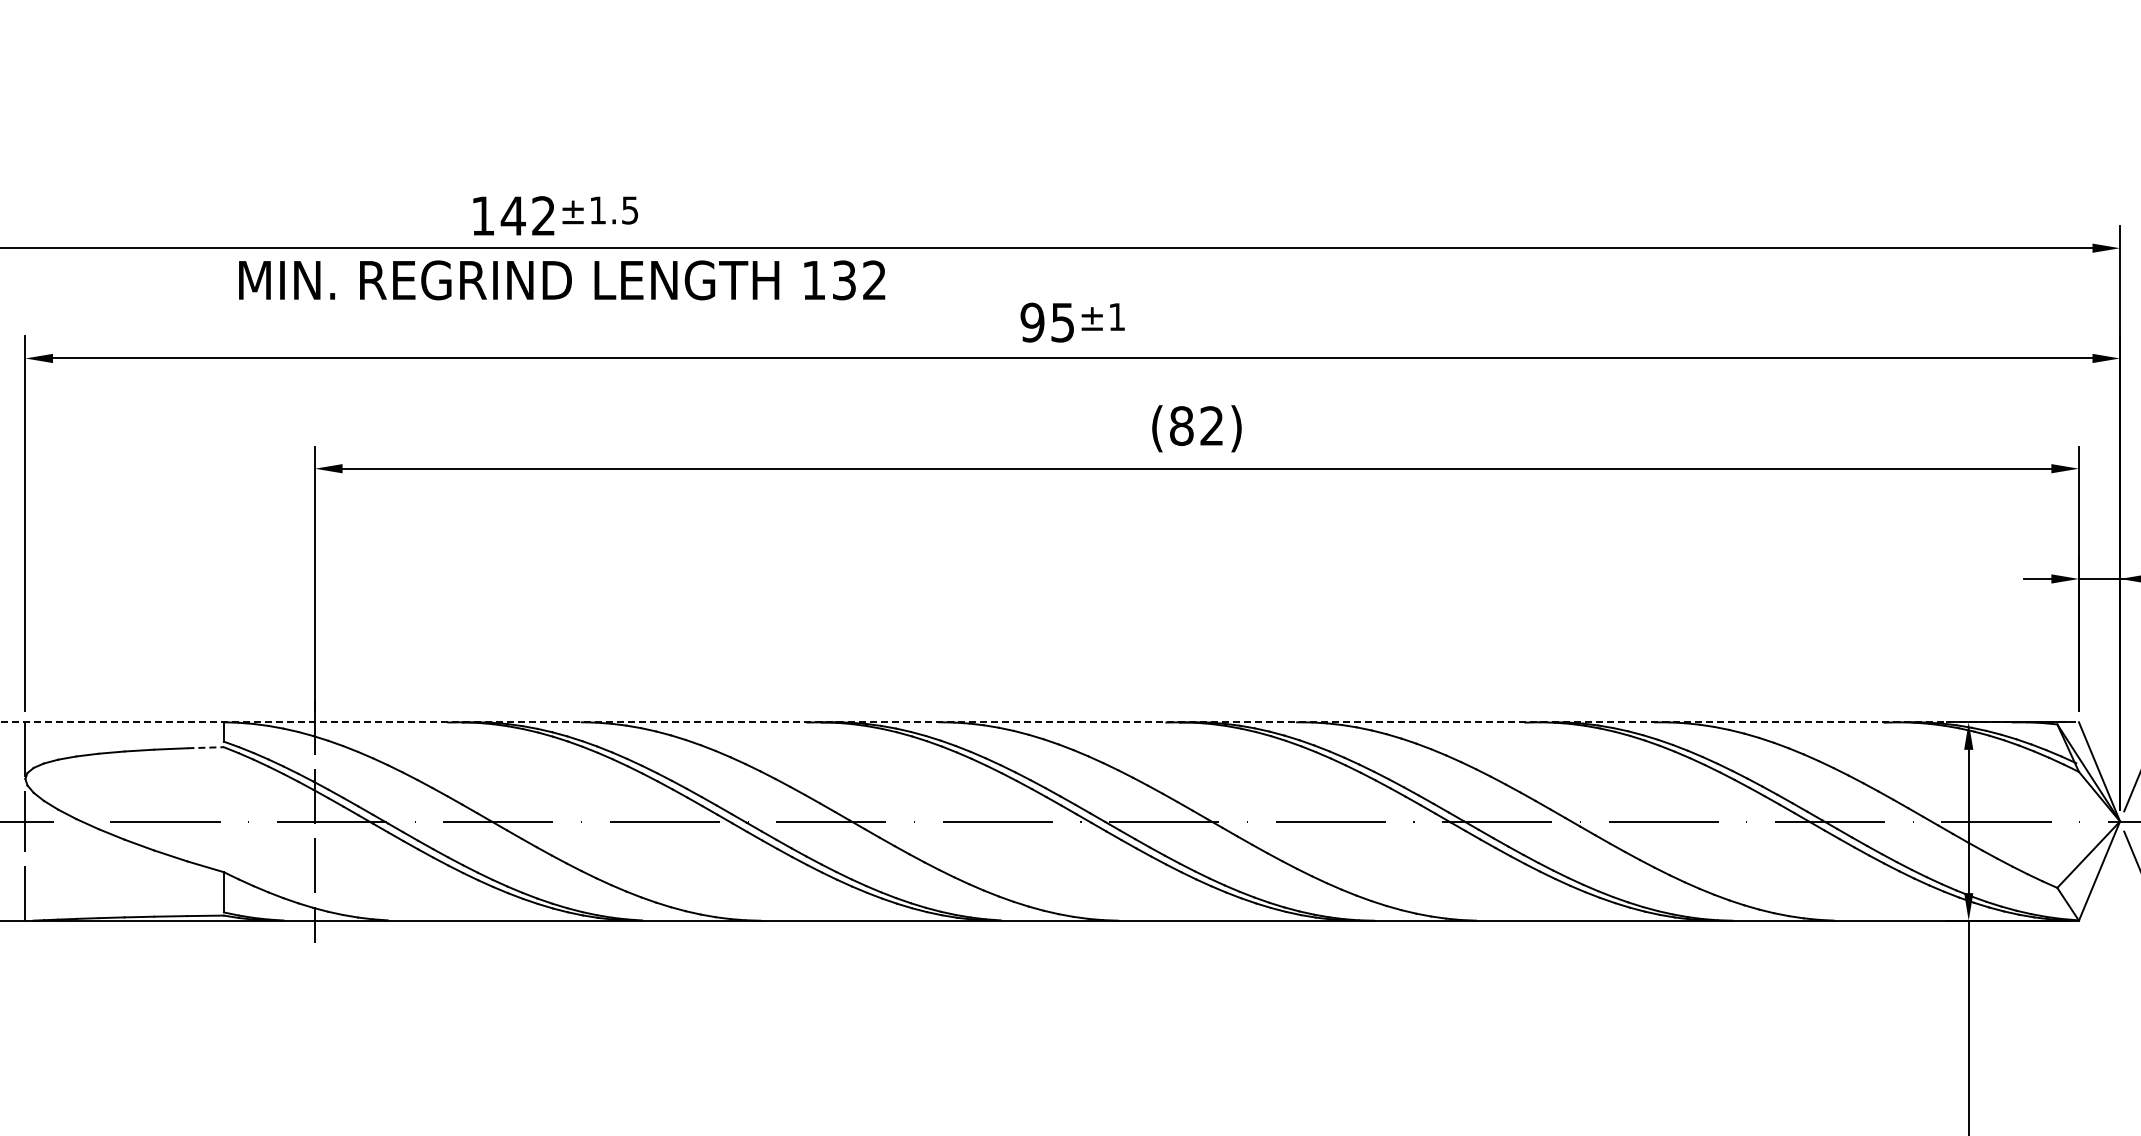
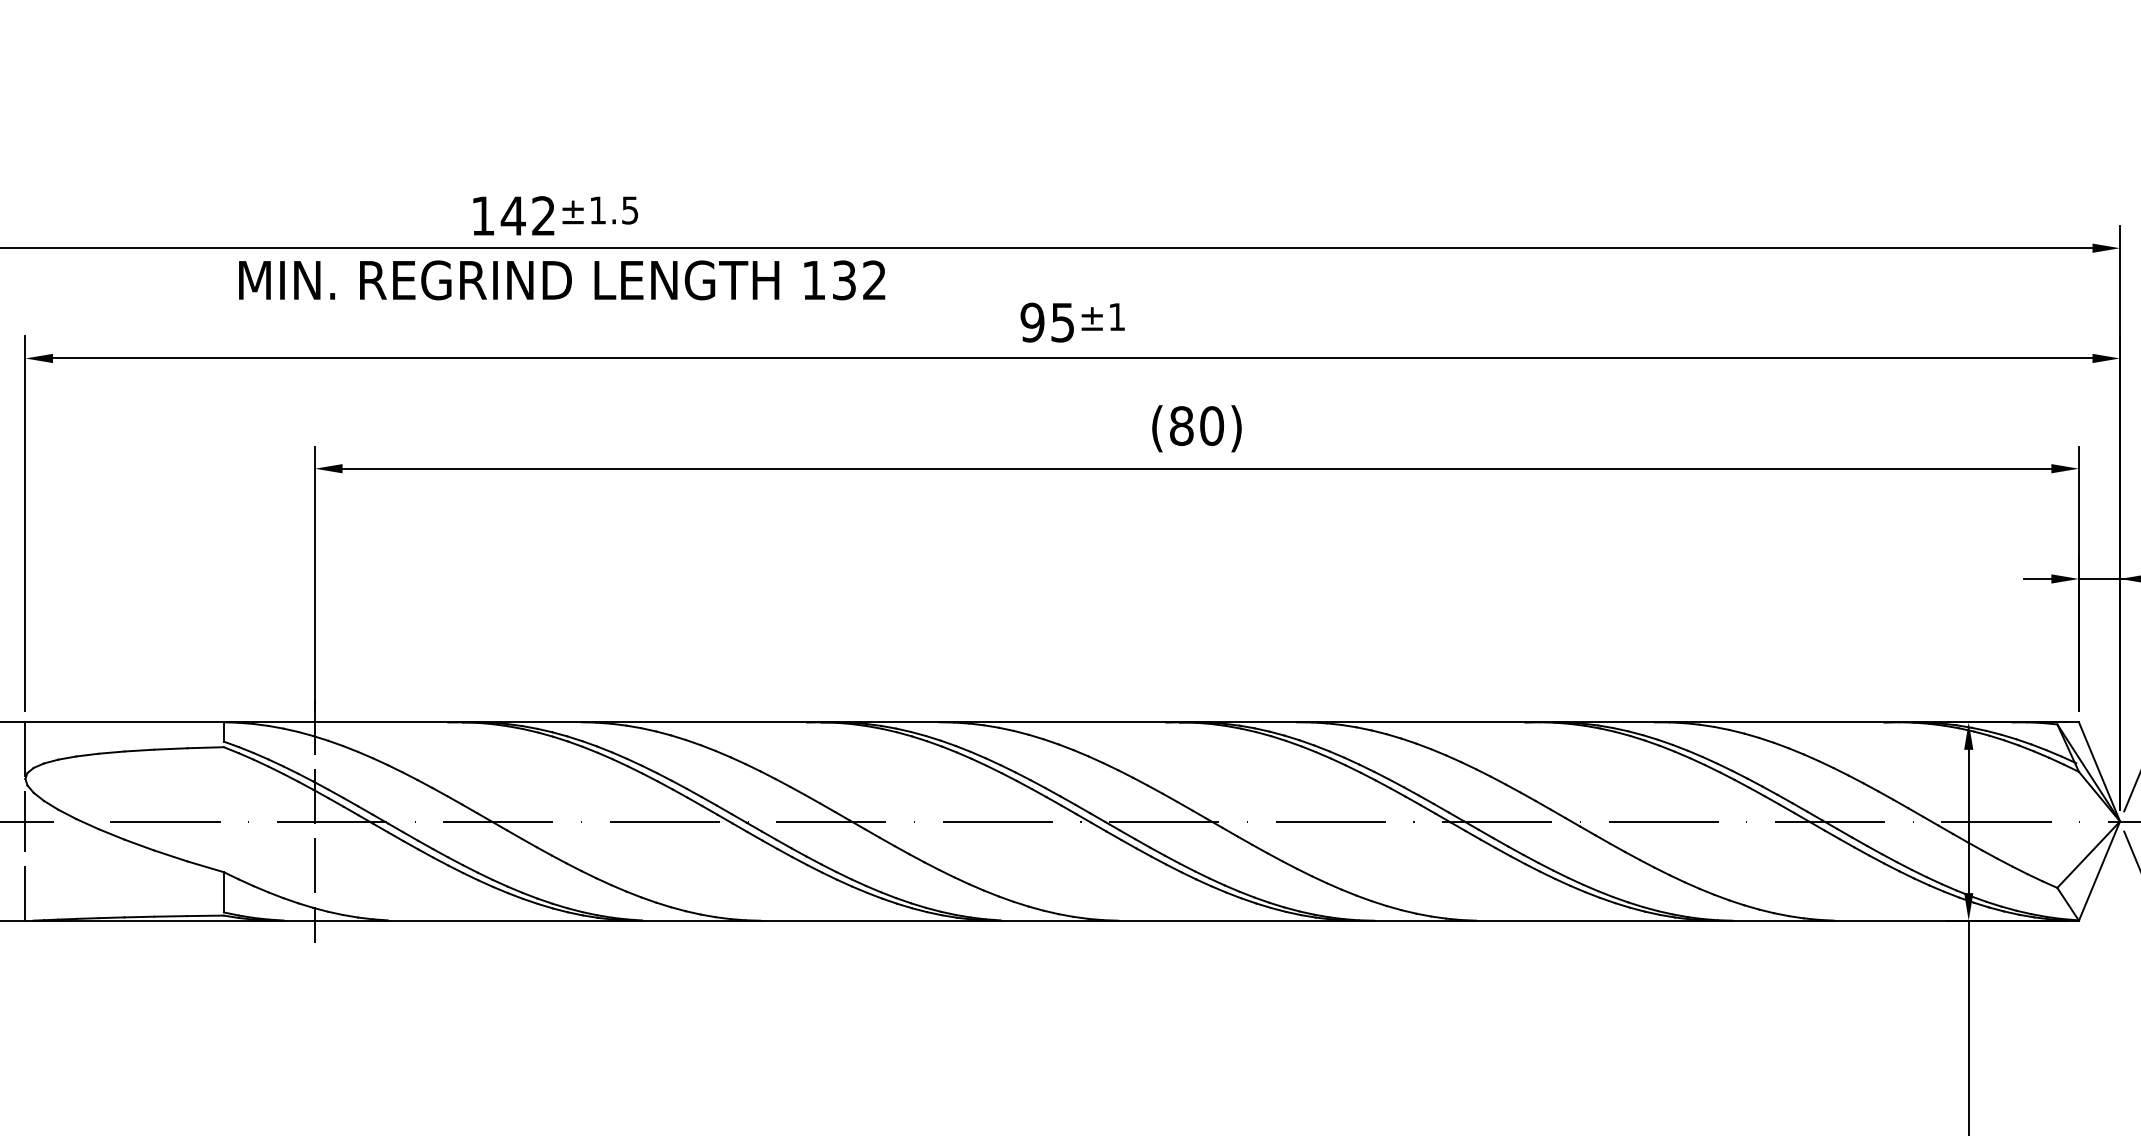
text at (1212, 426): (82) -> (80)
line at (1040, 722): dashed -> solid
line at (206, 747): dashed -> solid
